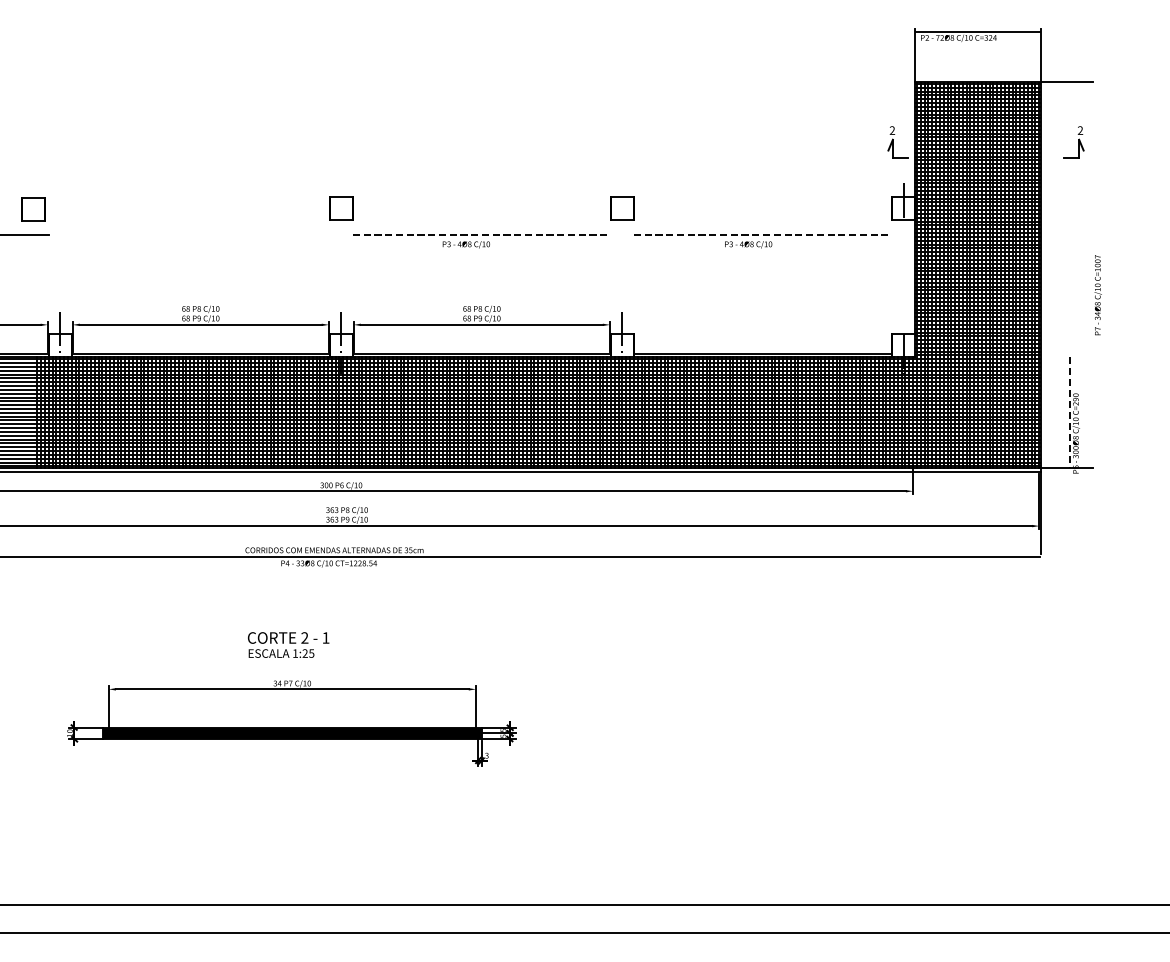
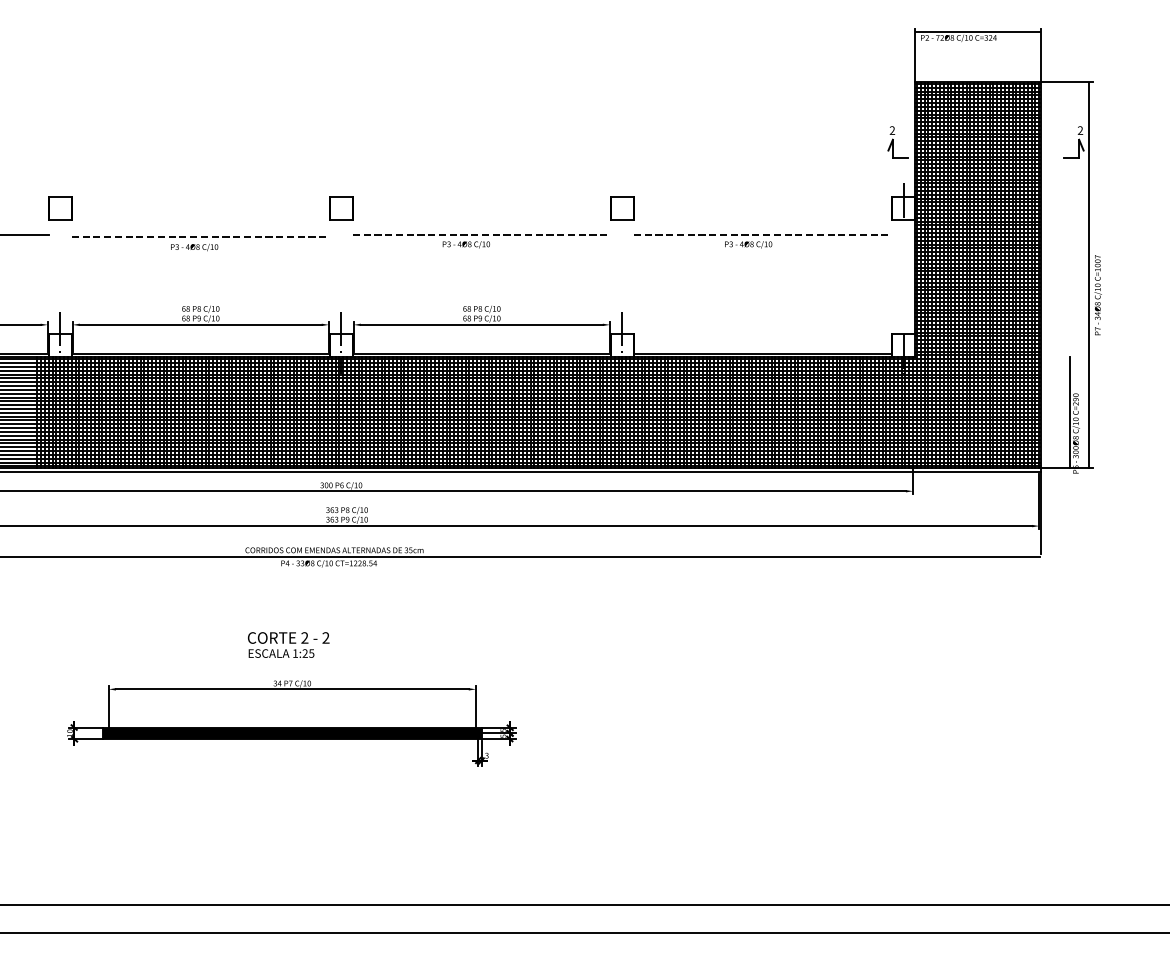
part at (33, 209) position: (33, 209) -> (60, 208)
part at (198, 243): none -> present
line at (1089, 275): none -> present
line at (1069, 413): dashed -> solid
text at (325, 637): 1 -> 2
